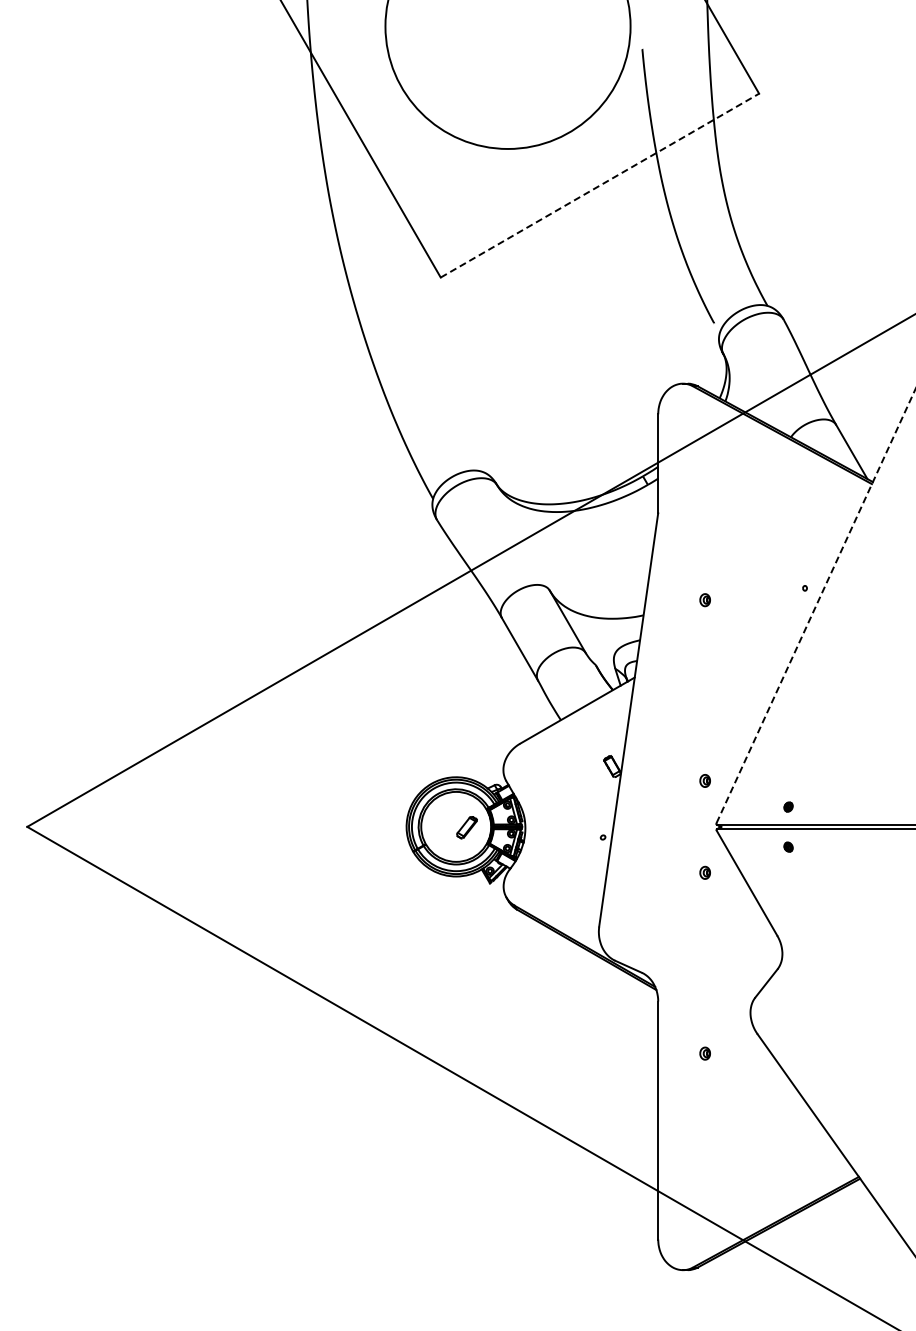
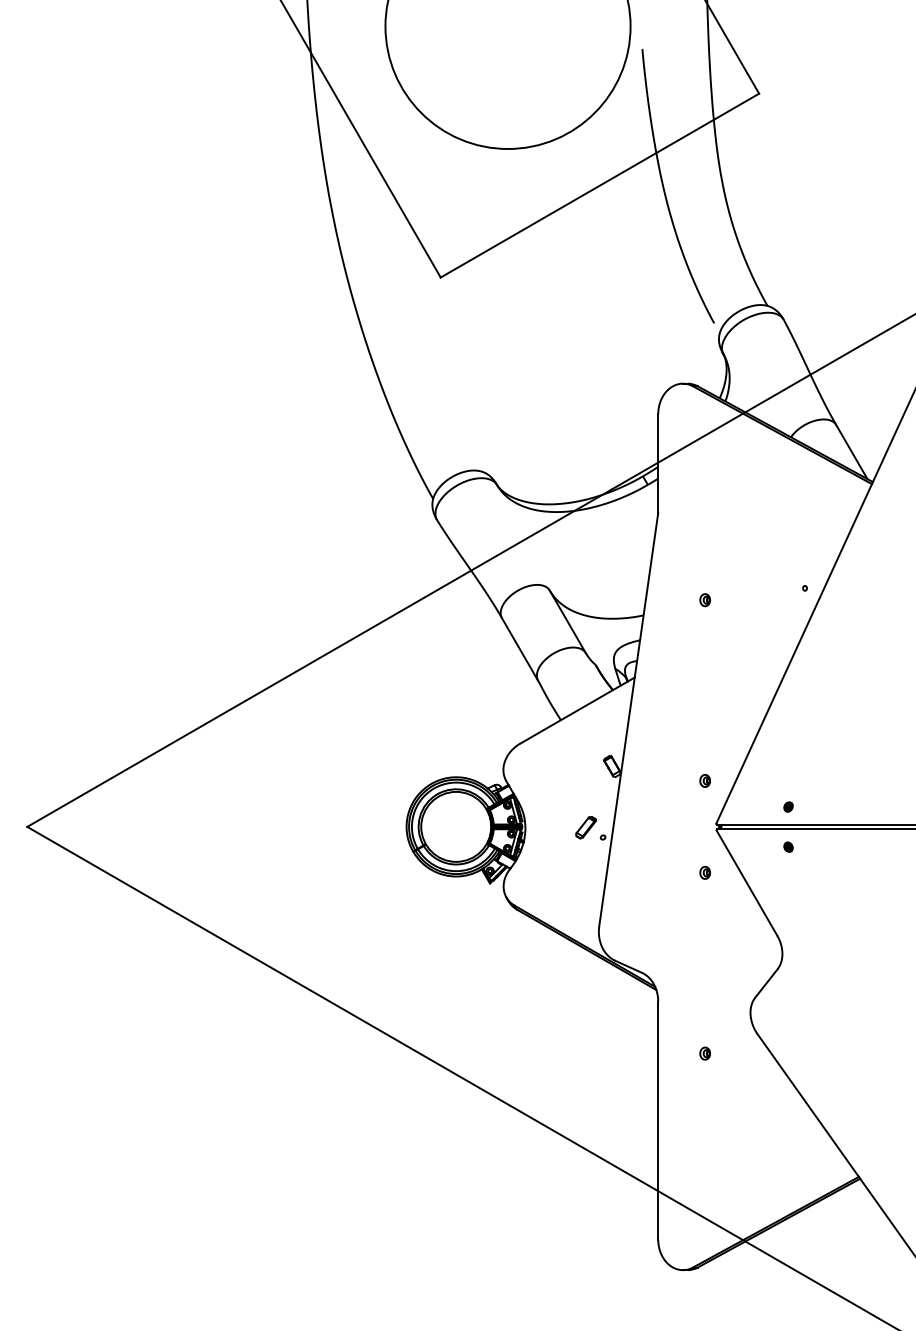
line at (599, 185): dashed -> solid
line at (816, 605): dashed -> solid
part at (466, 827) position: (466, 827) -> (585, 827)
